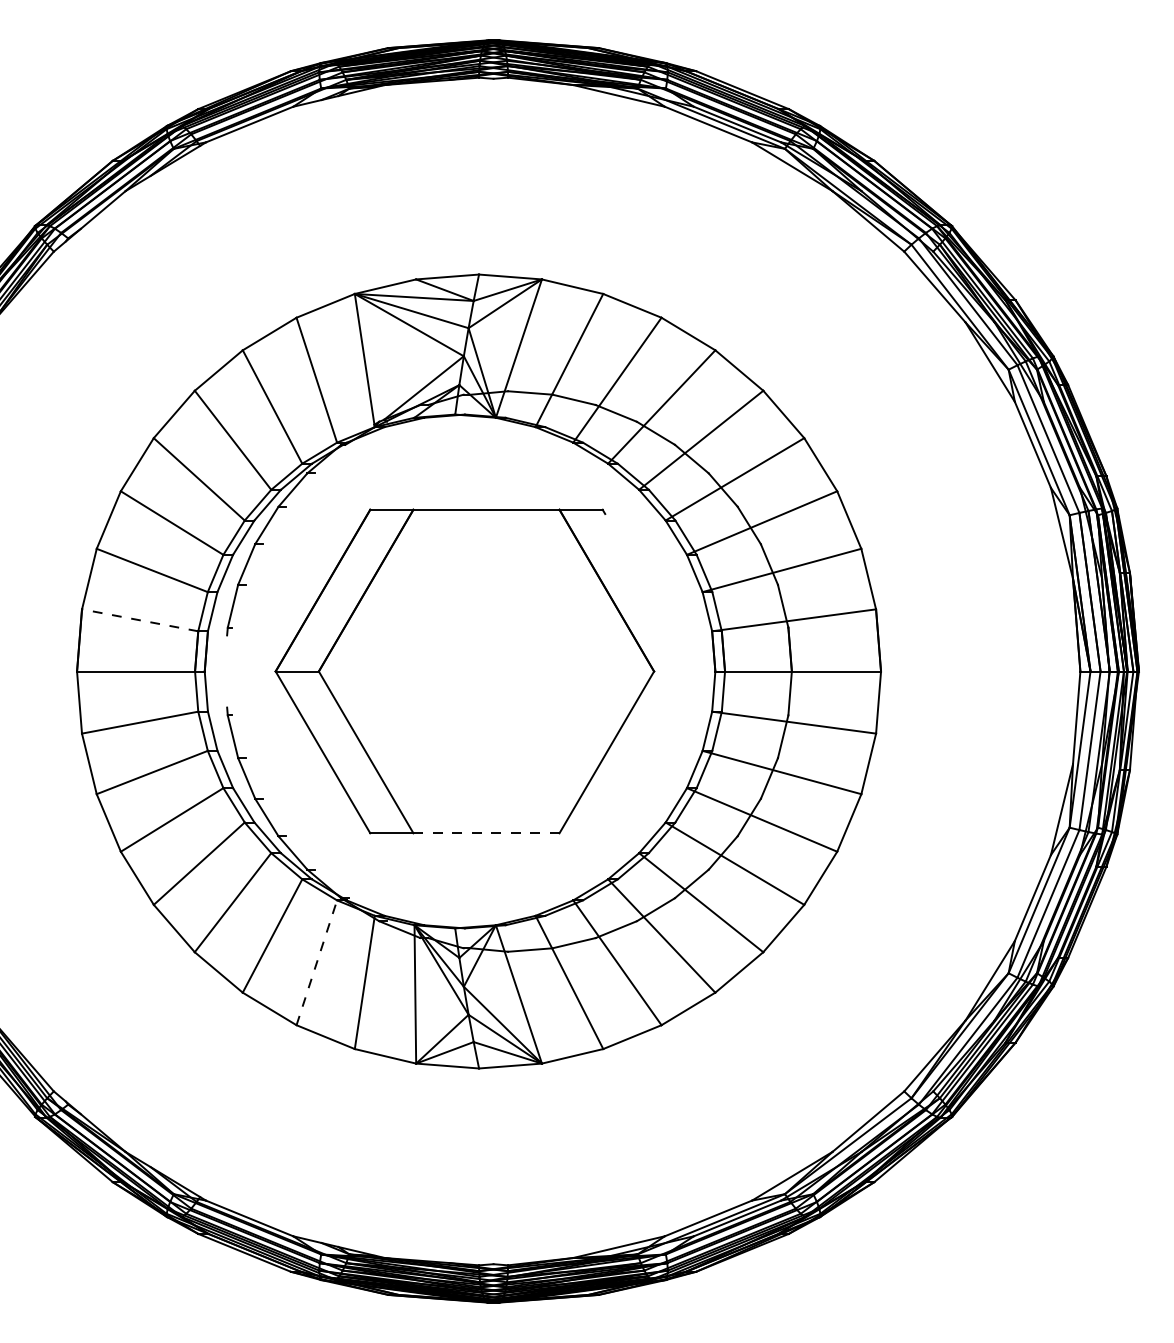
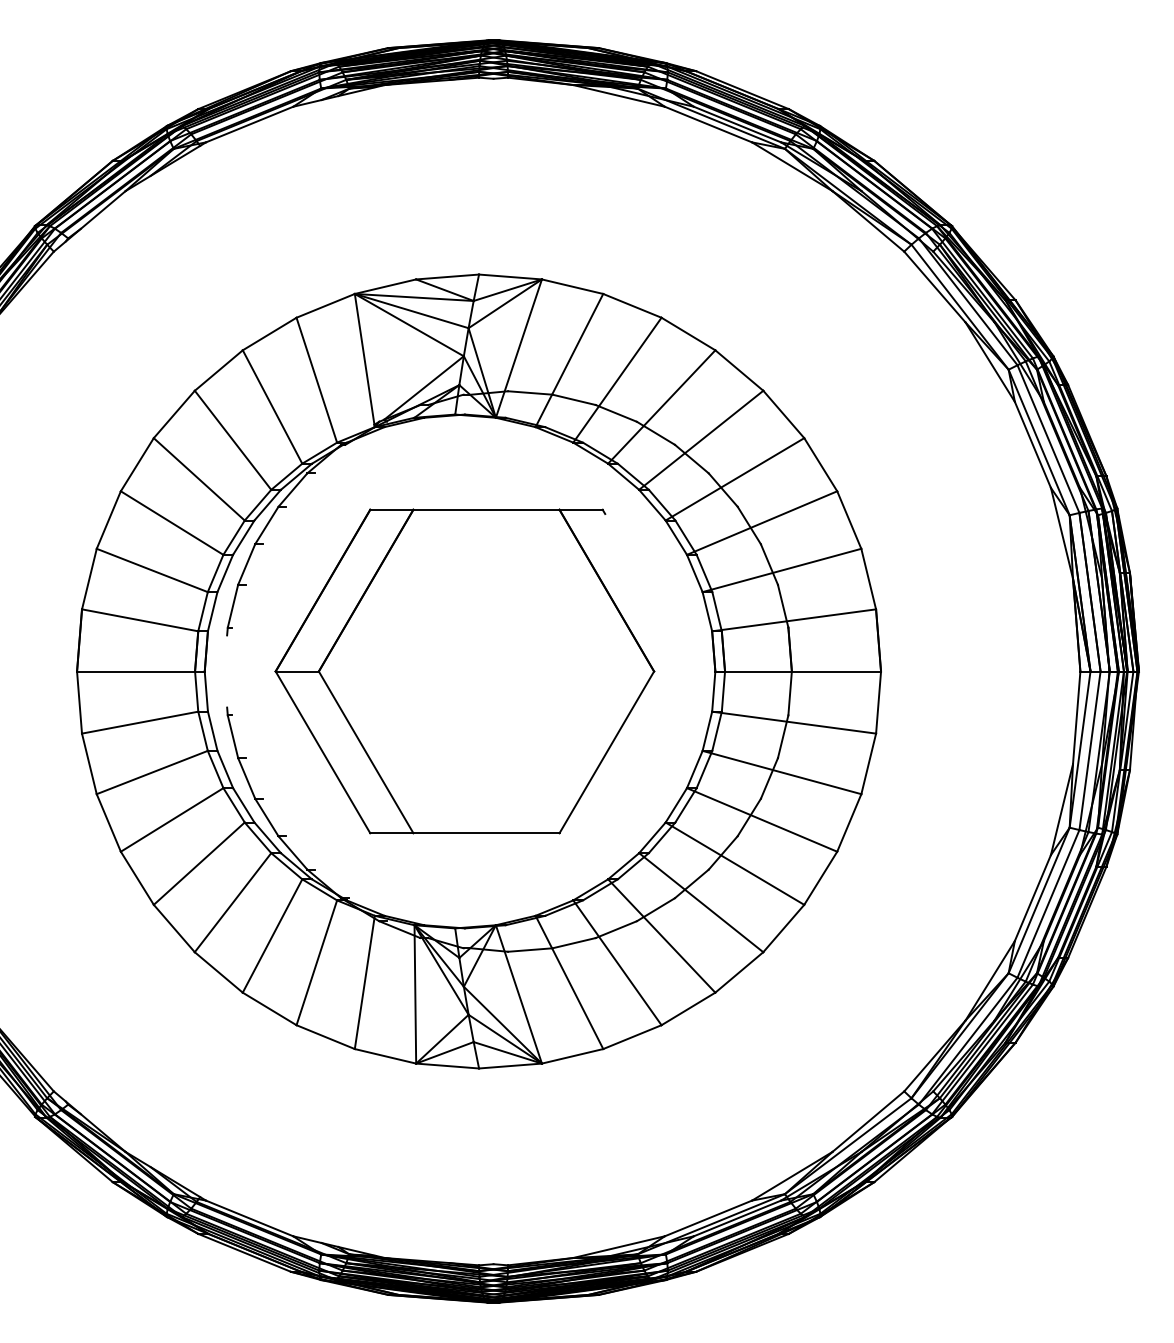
line at (139, 620): dashed -> solid
line at (485, 833): dashed -> solid
line at (316, 962): dashed -> solid
